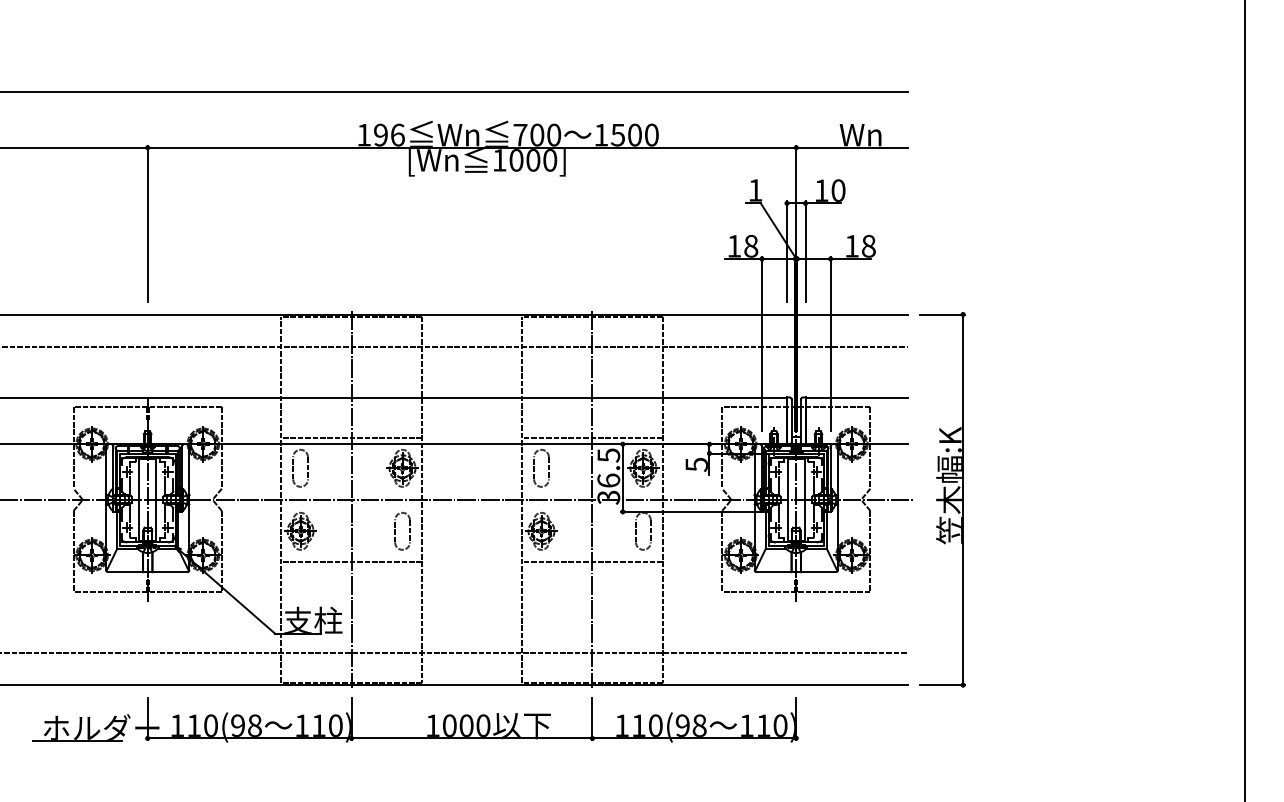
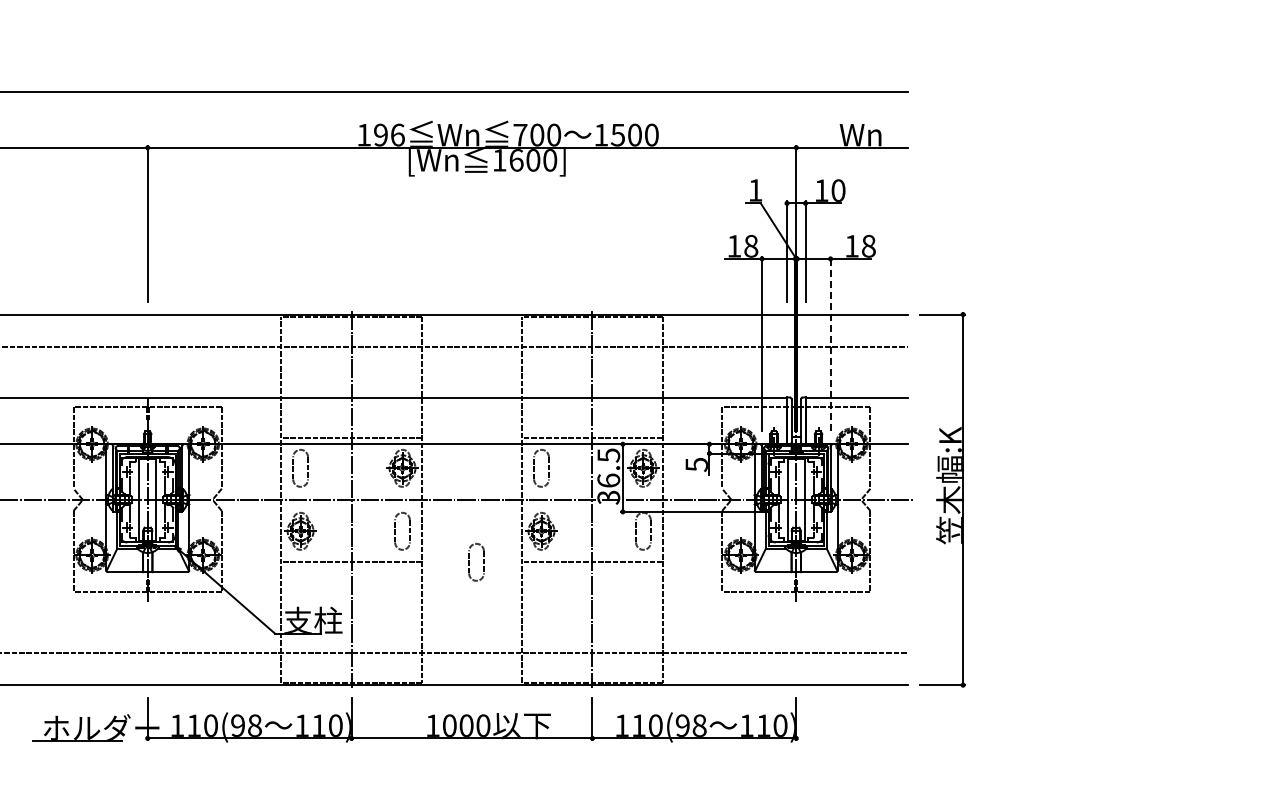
text at (516, 160): 1000] -> 1600]
line at (830, 343): solid -> dashed
line at (1245, 400): present -> none
part at (469, 561): none -> present
